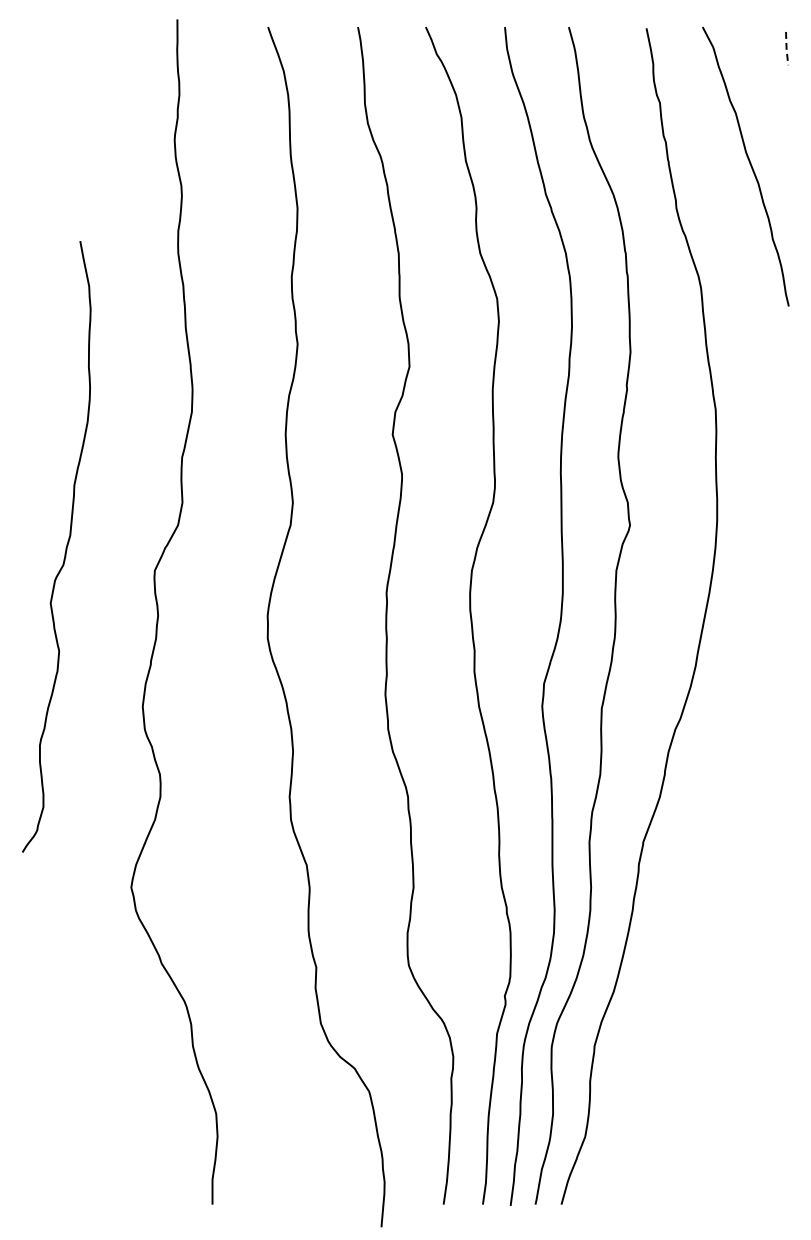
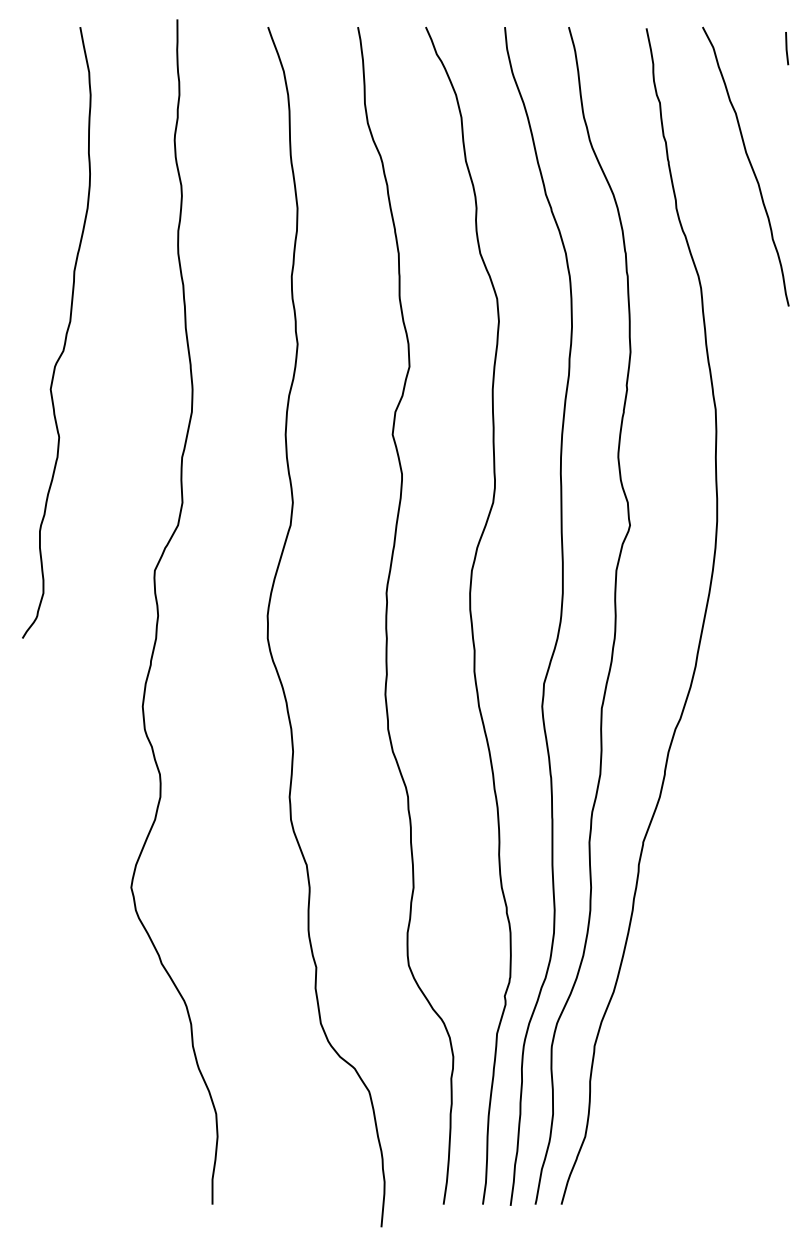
line at (786, 49): dashed -> solid
curve at (65, 547) position: (65, 547) -> (65, 333)
